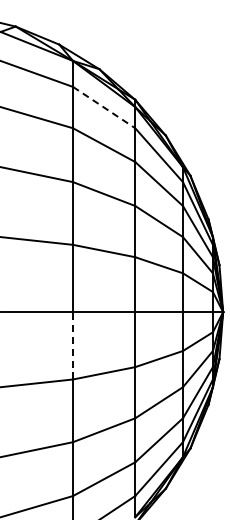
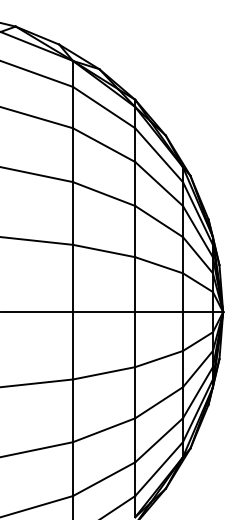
line at (104, 107): dashed -> solid
line at (73, 345): dashed -> solid
